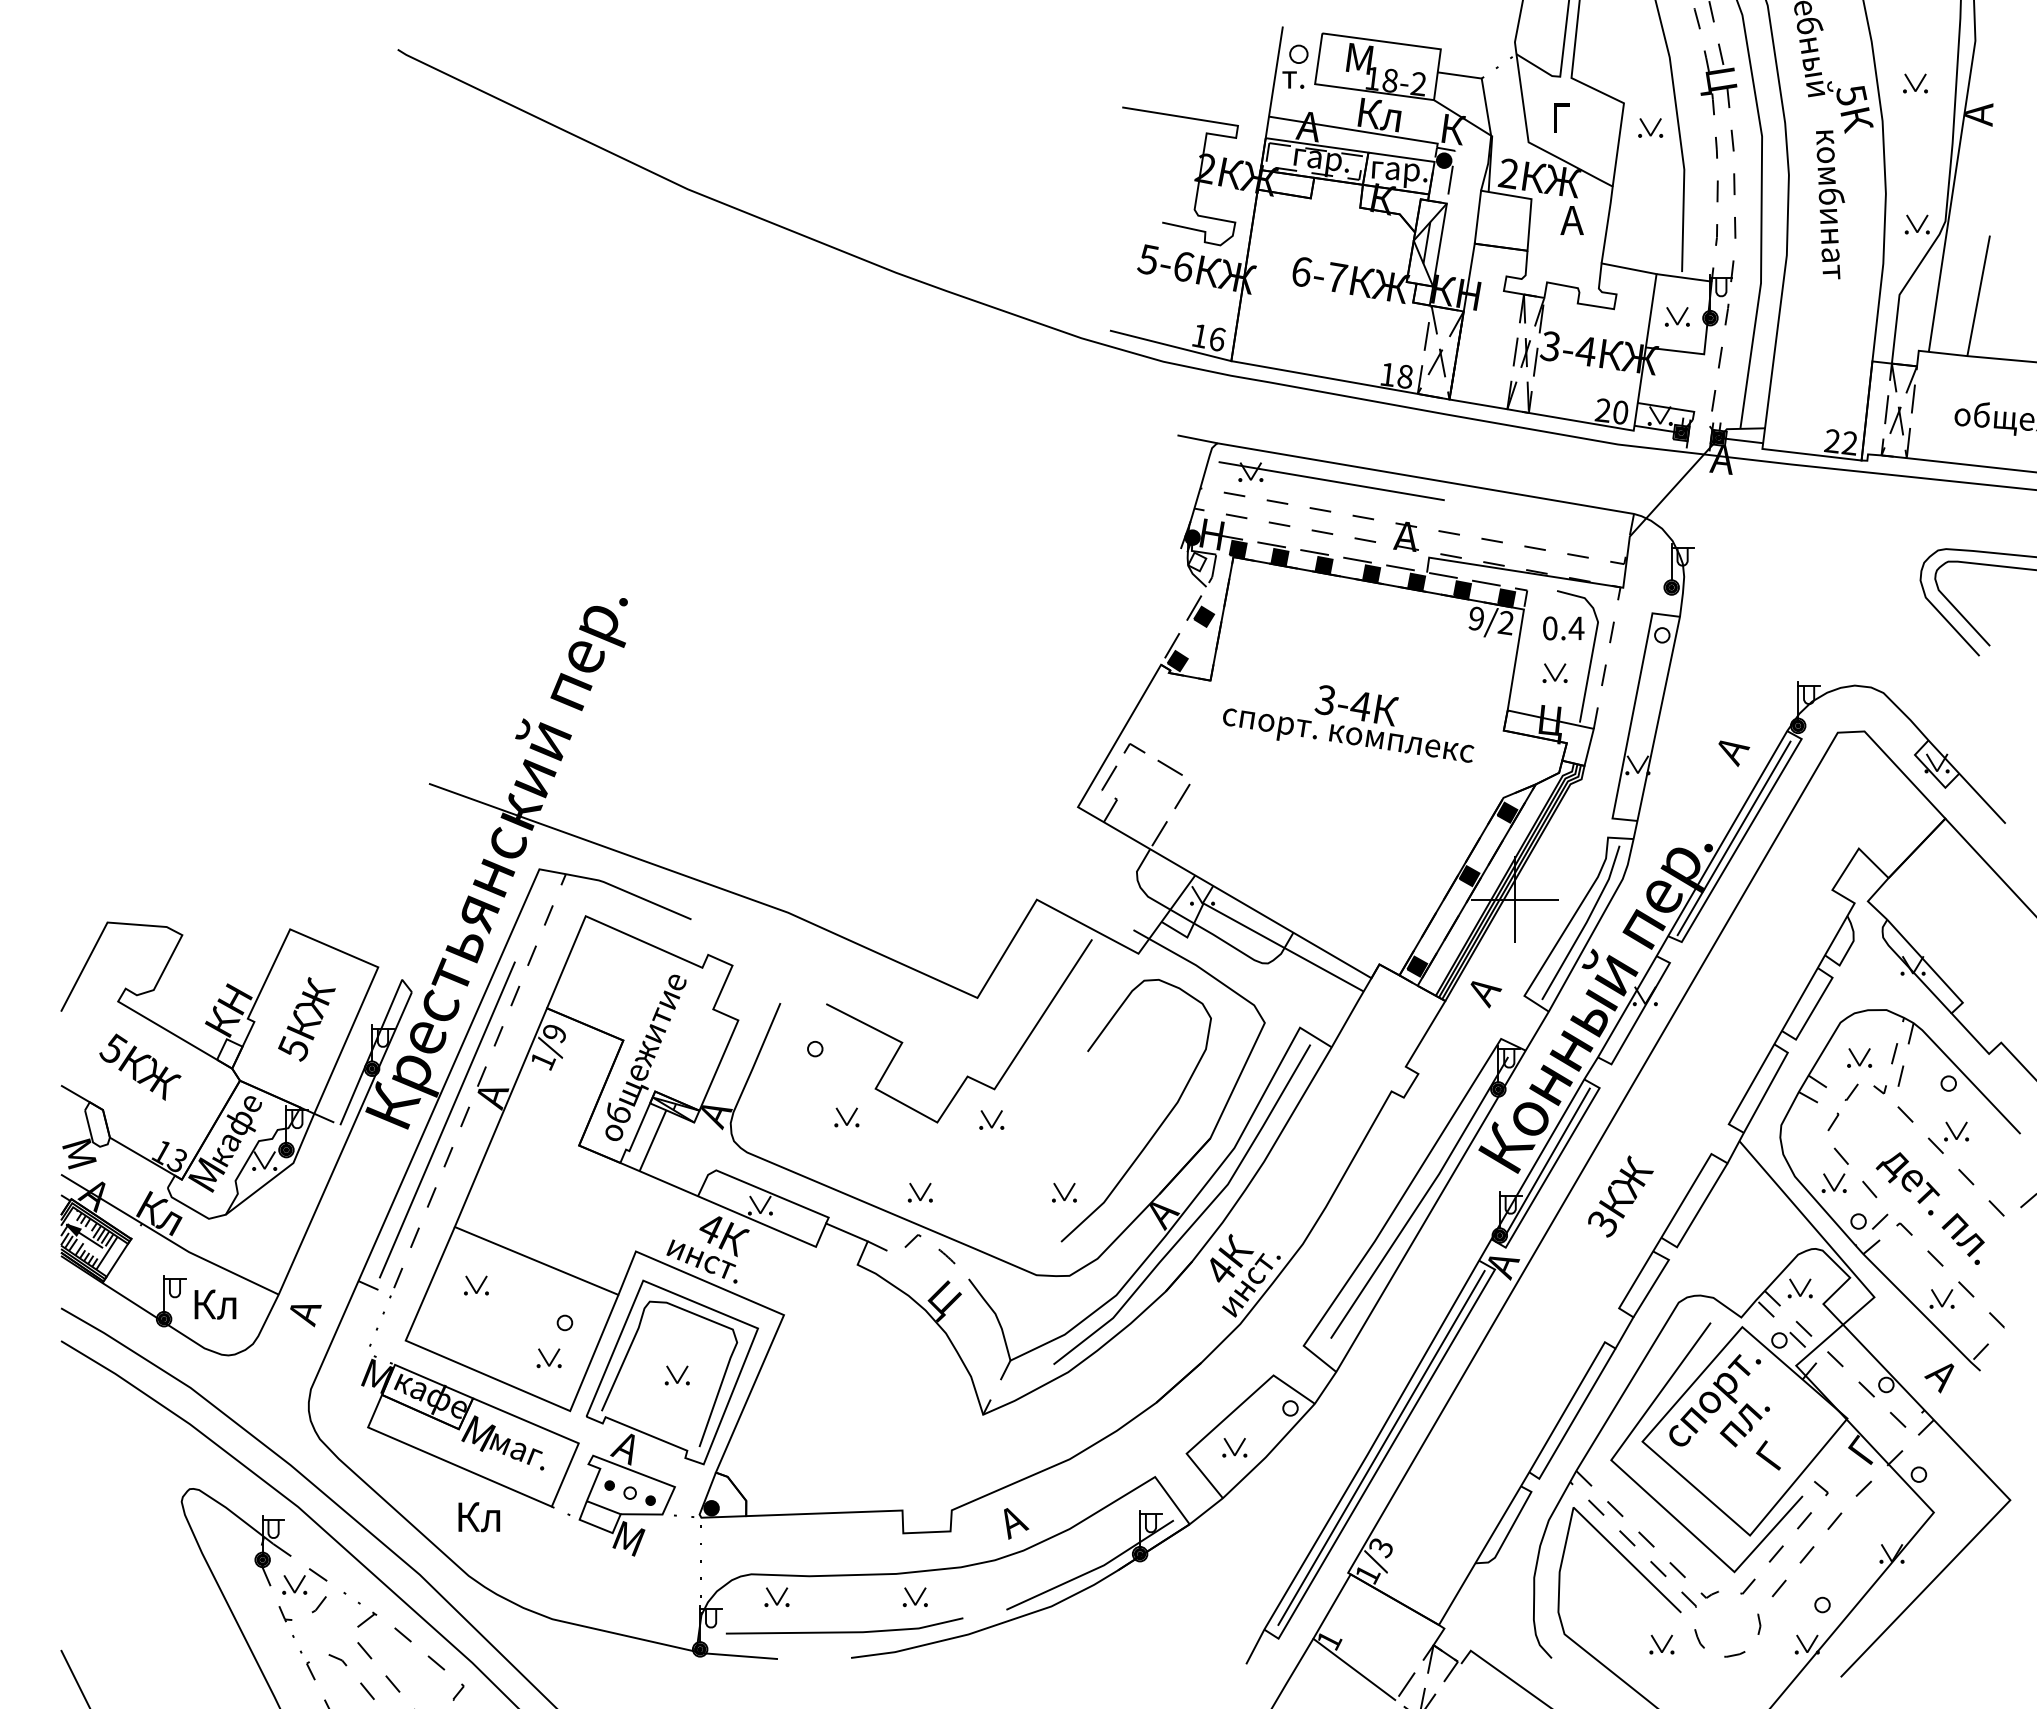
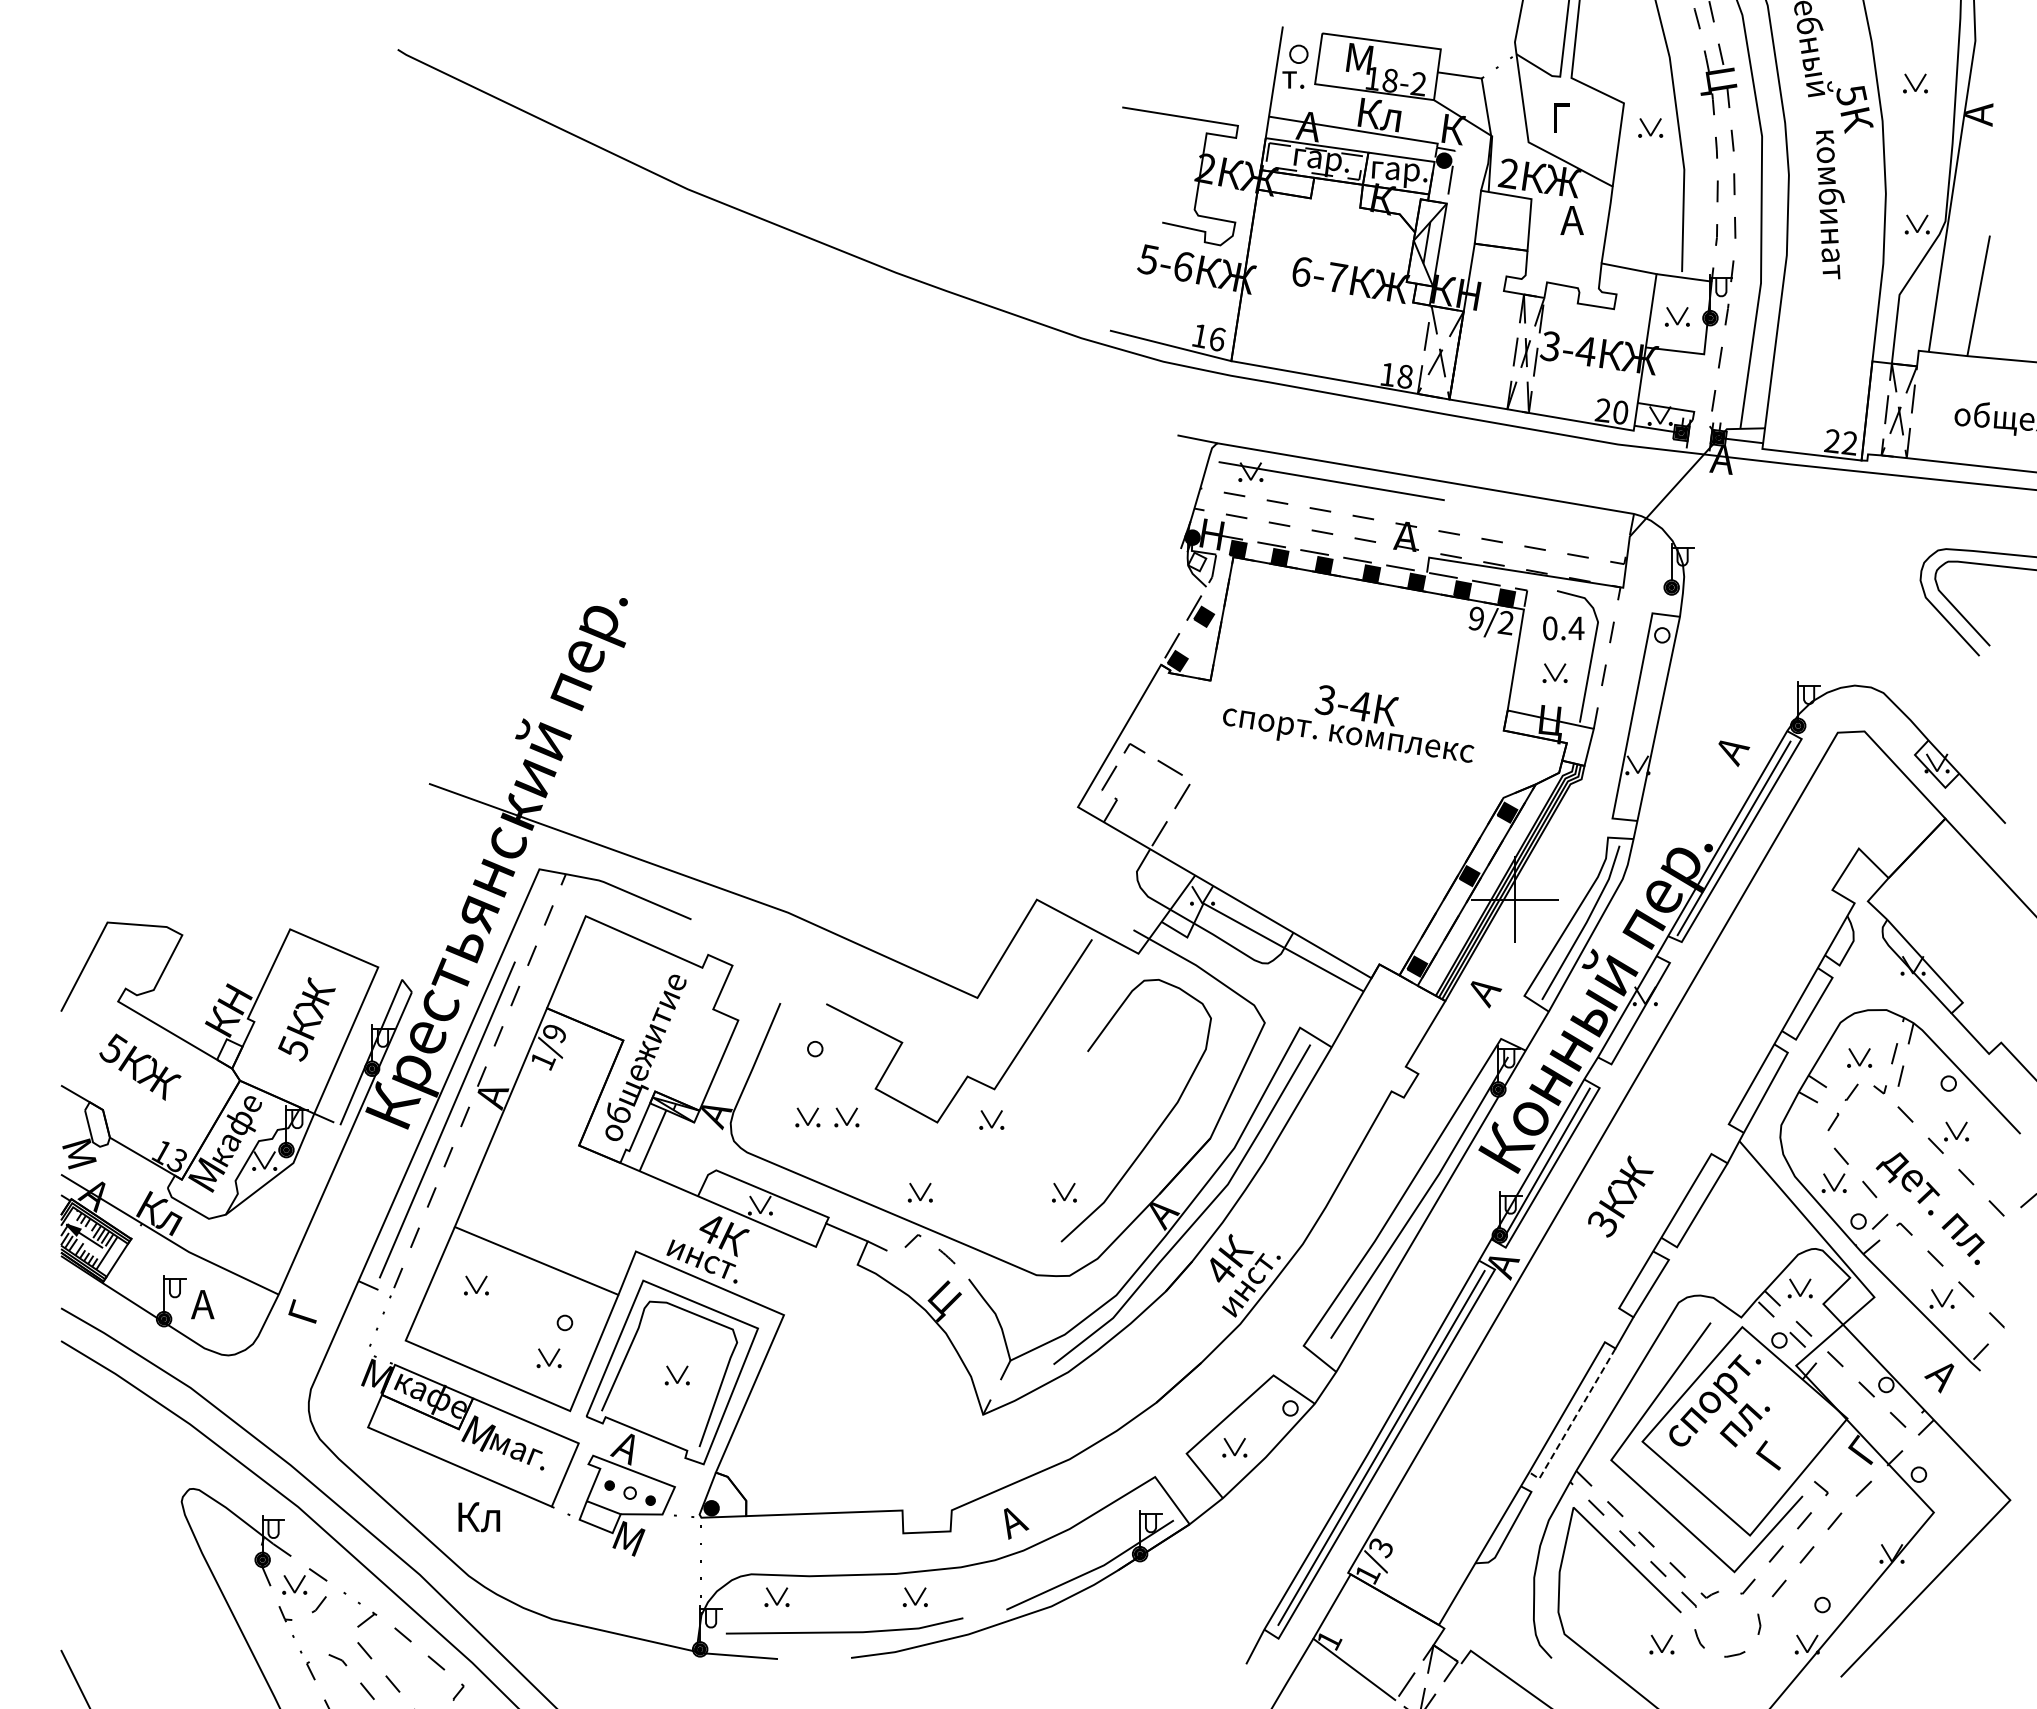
part at (807, 1117): none -> present
text at (213, 1304): Кл -> А
text at (304, 1313): А -> Г
line at (1574, 1419): solid -> dashed
